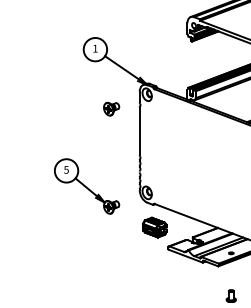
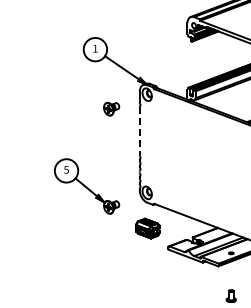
line at (139, 131): solid -> dashed
part at (154, 227) position: (154, 227) -> (147, 228)
